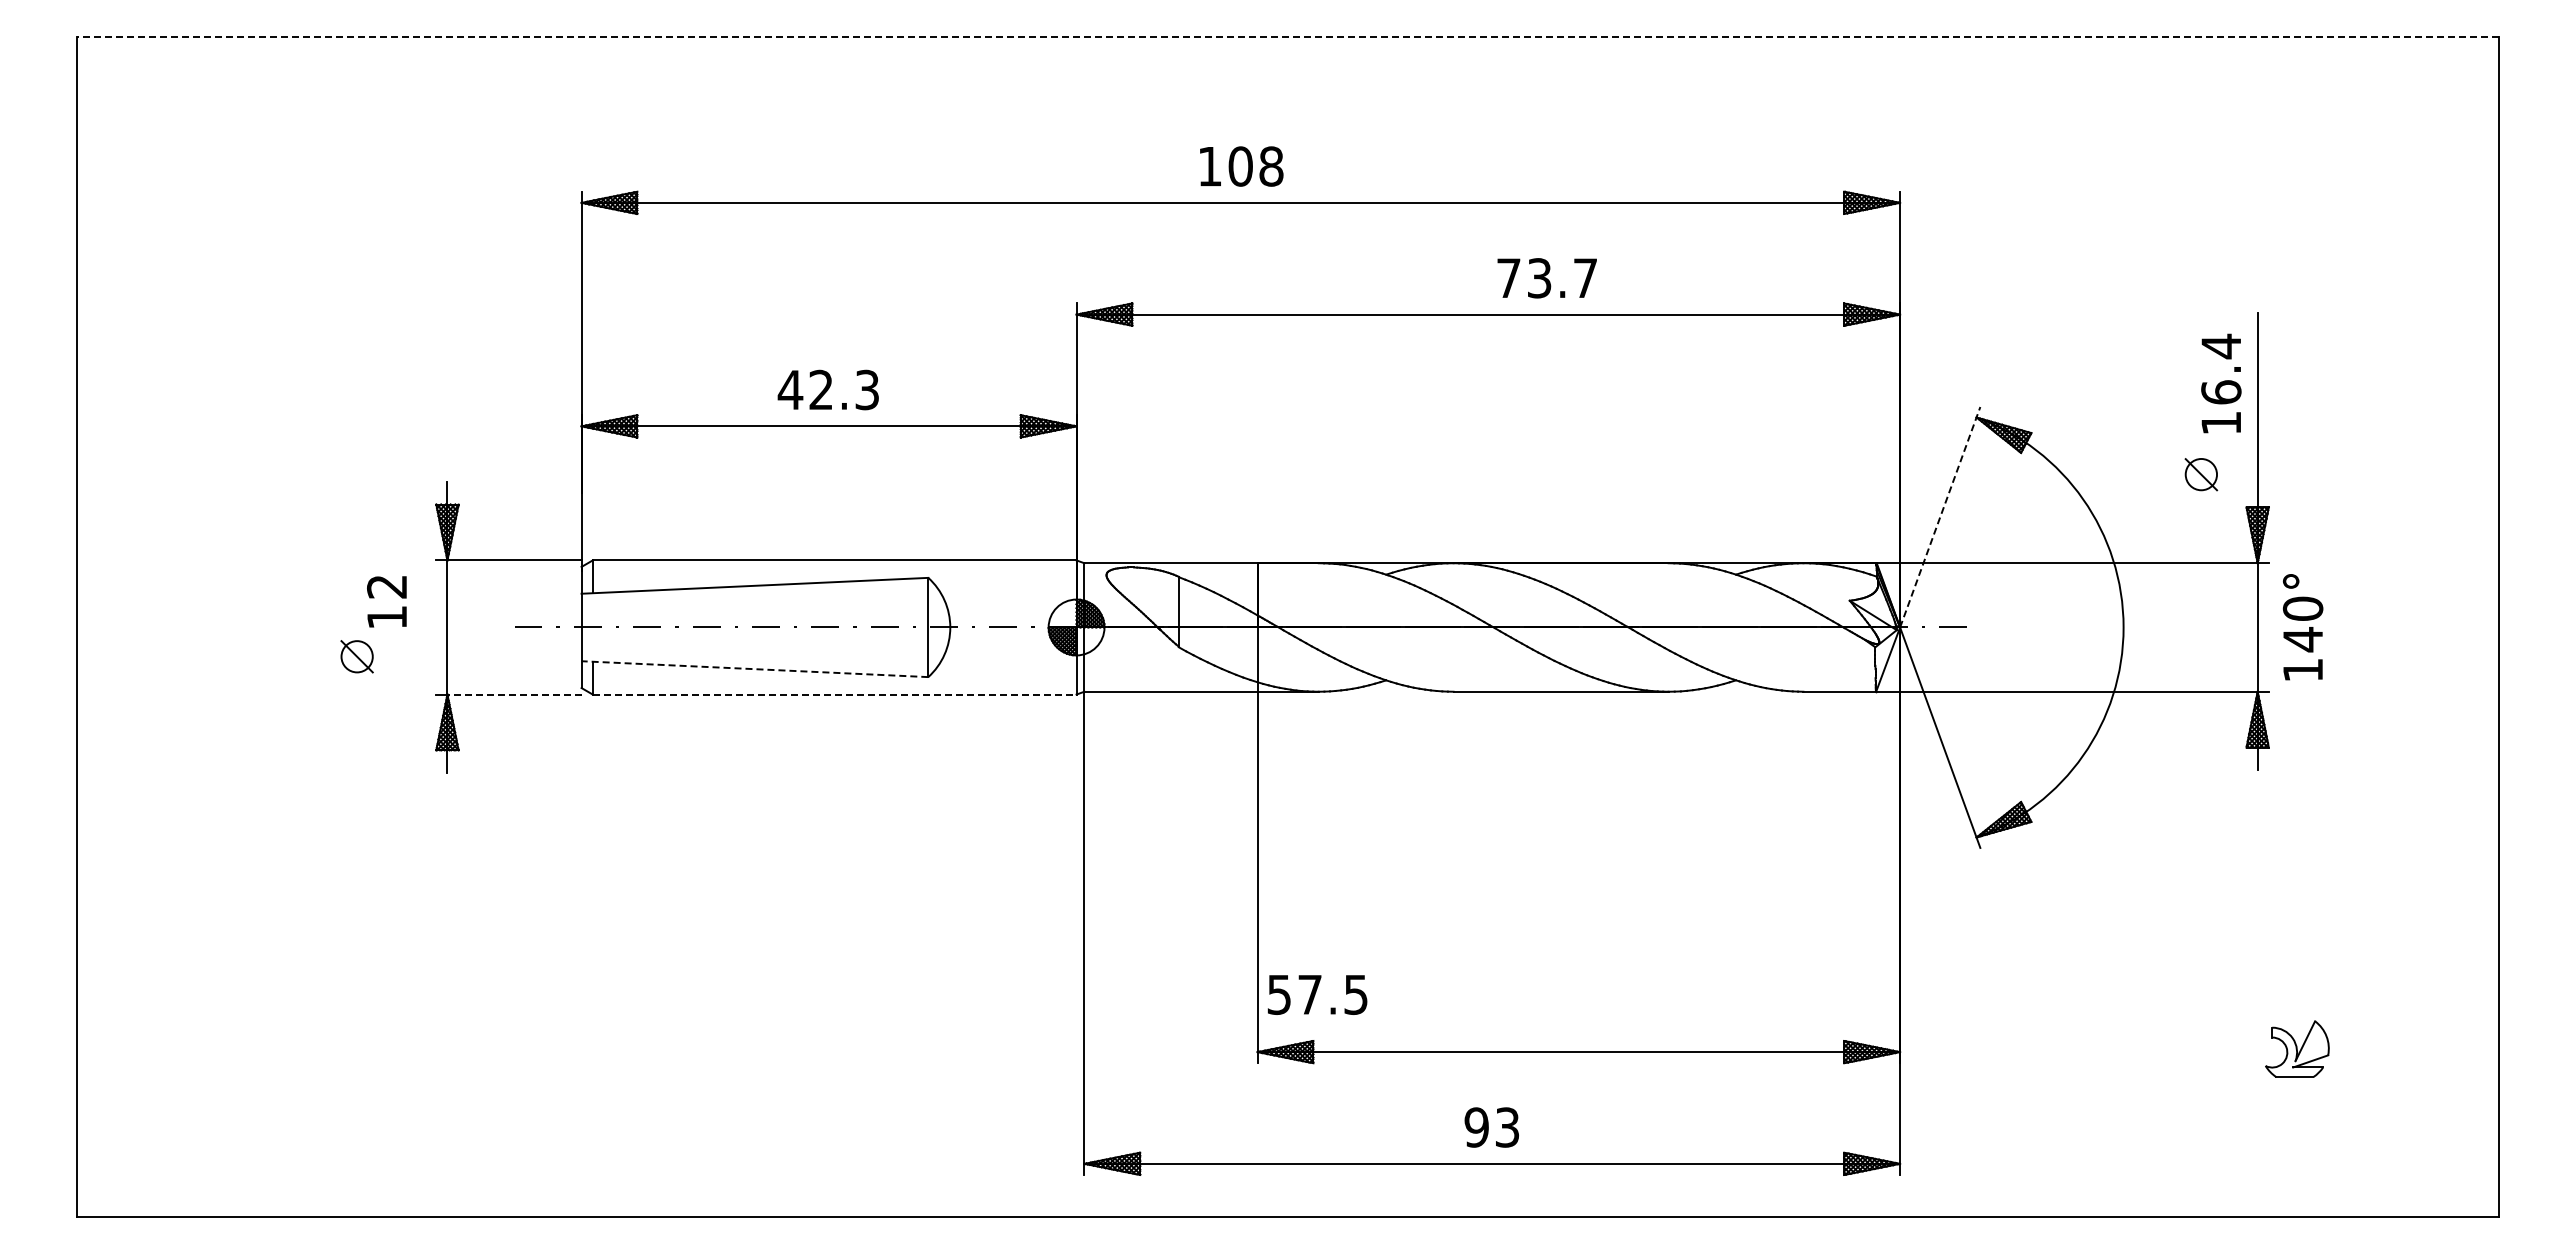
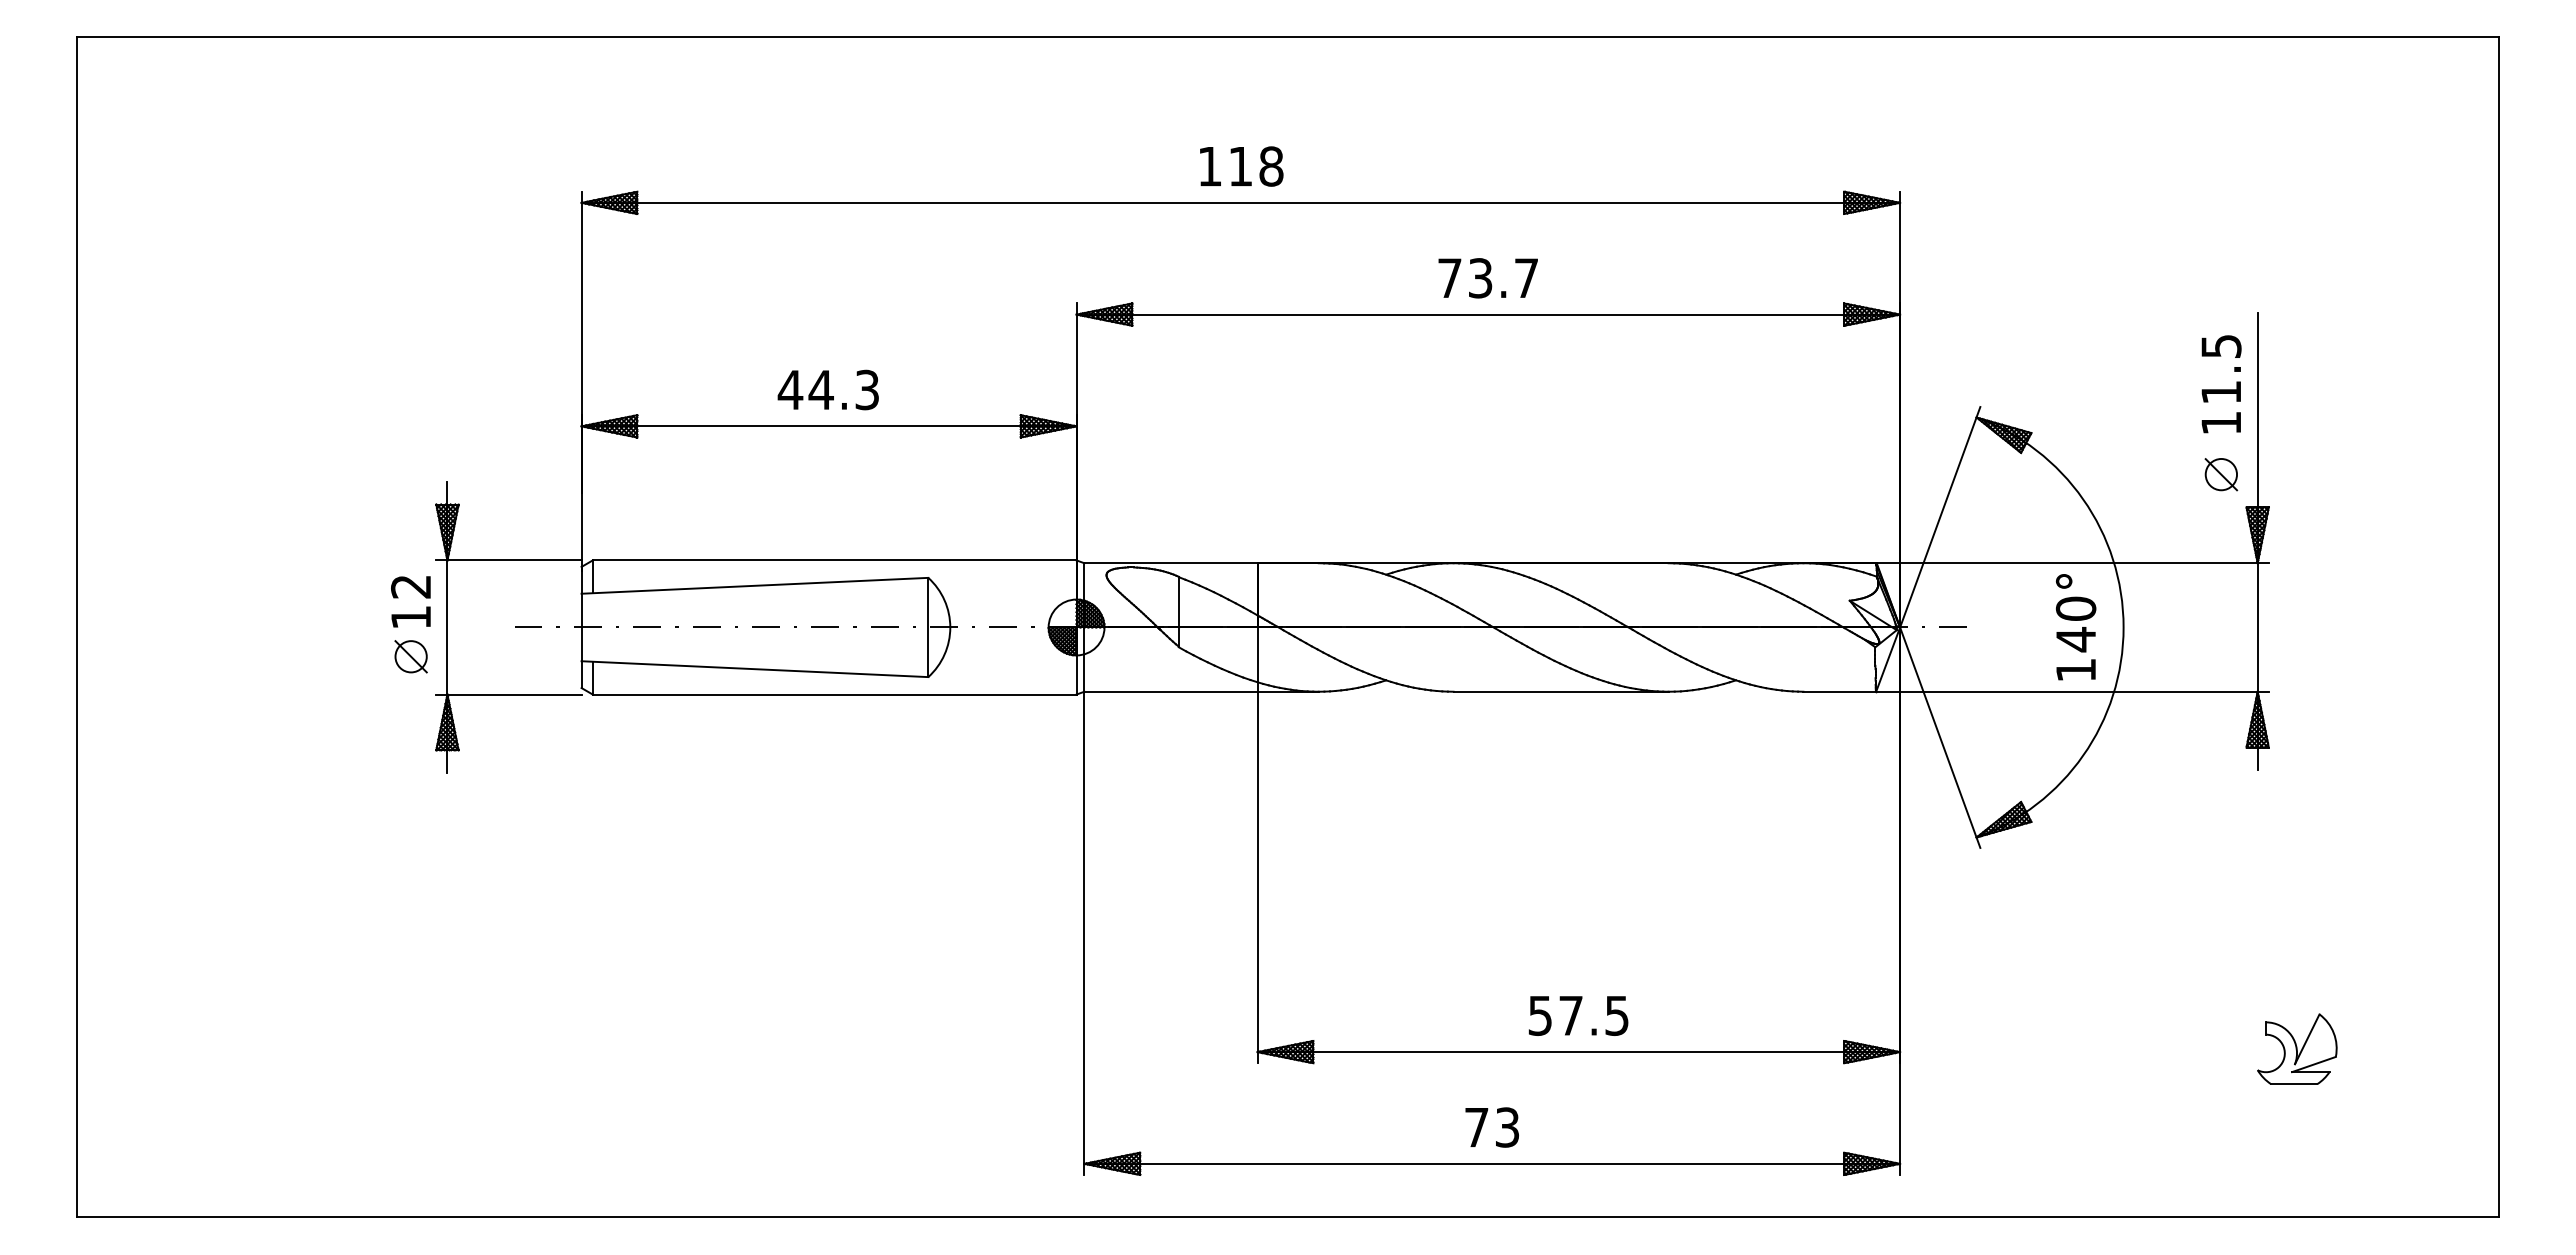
line at (1288, 37): dashed -> solid
text at (1240, 166): 108 -> 118
text at (1546, 278) position: (1546, 278) -> (1487, 278)
text at (2221, 368): 16.4 -> 11.5
text at (820, 389): 42.3 -> 44.3
part at (2201, 474) position: (2201, 474) -> (2221, 474)
line at (1940, 516): dashed -> solid
text at (386, 601) position: (386, 601) -> (410, 601)
text at (2303, 627) position: (2303, 627) -> (2076, 627)
part at (356, 656) position: (356, 656) -> (410, 656)
line at (754, 669): dashed -> solid
line at (514, 694): dashed -> solid
line at (834, 694): dashed -> solid
text at (1317, 994) position: (1317, 994) -> (1578, 1015)
part at (2297, 1048) size: 65x58 px -> 81x72 px
text at (1476, 1127): 93 -> 73
